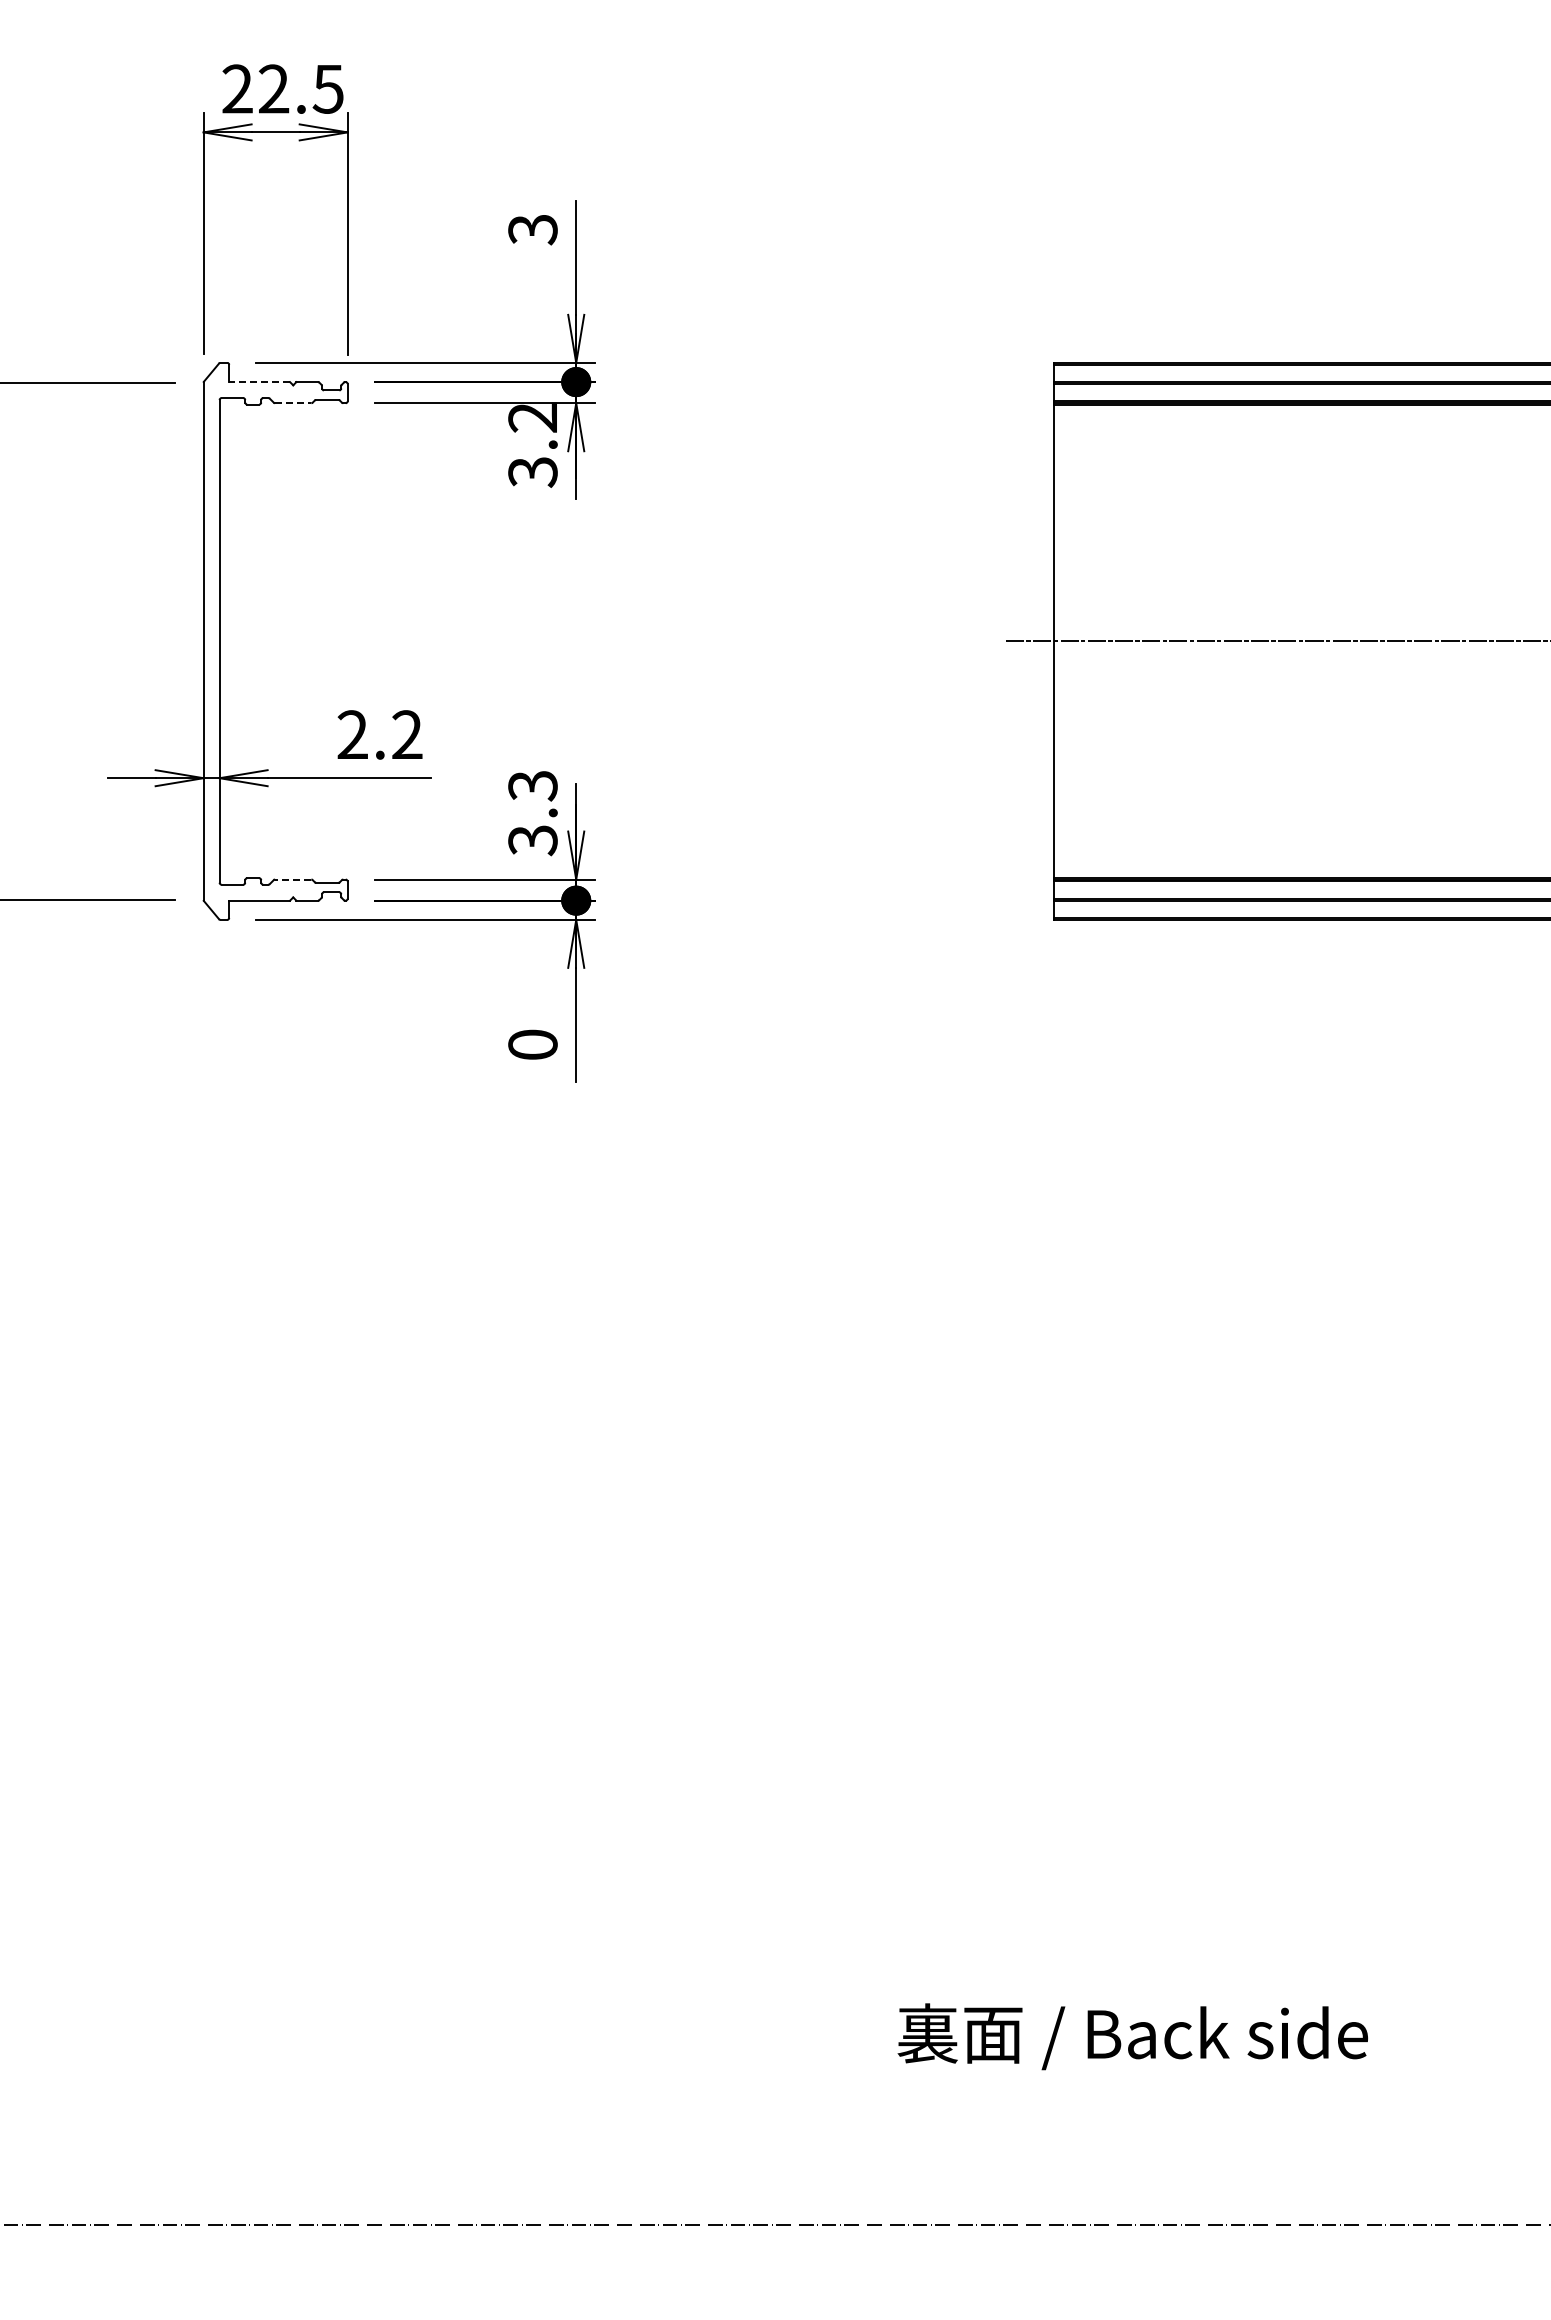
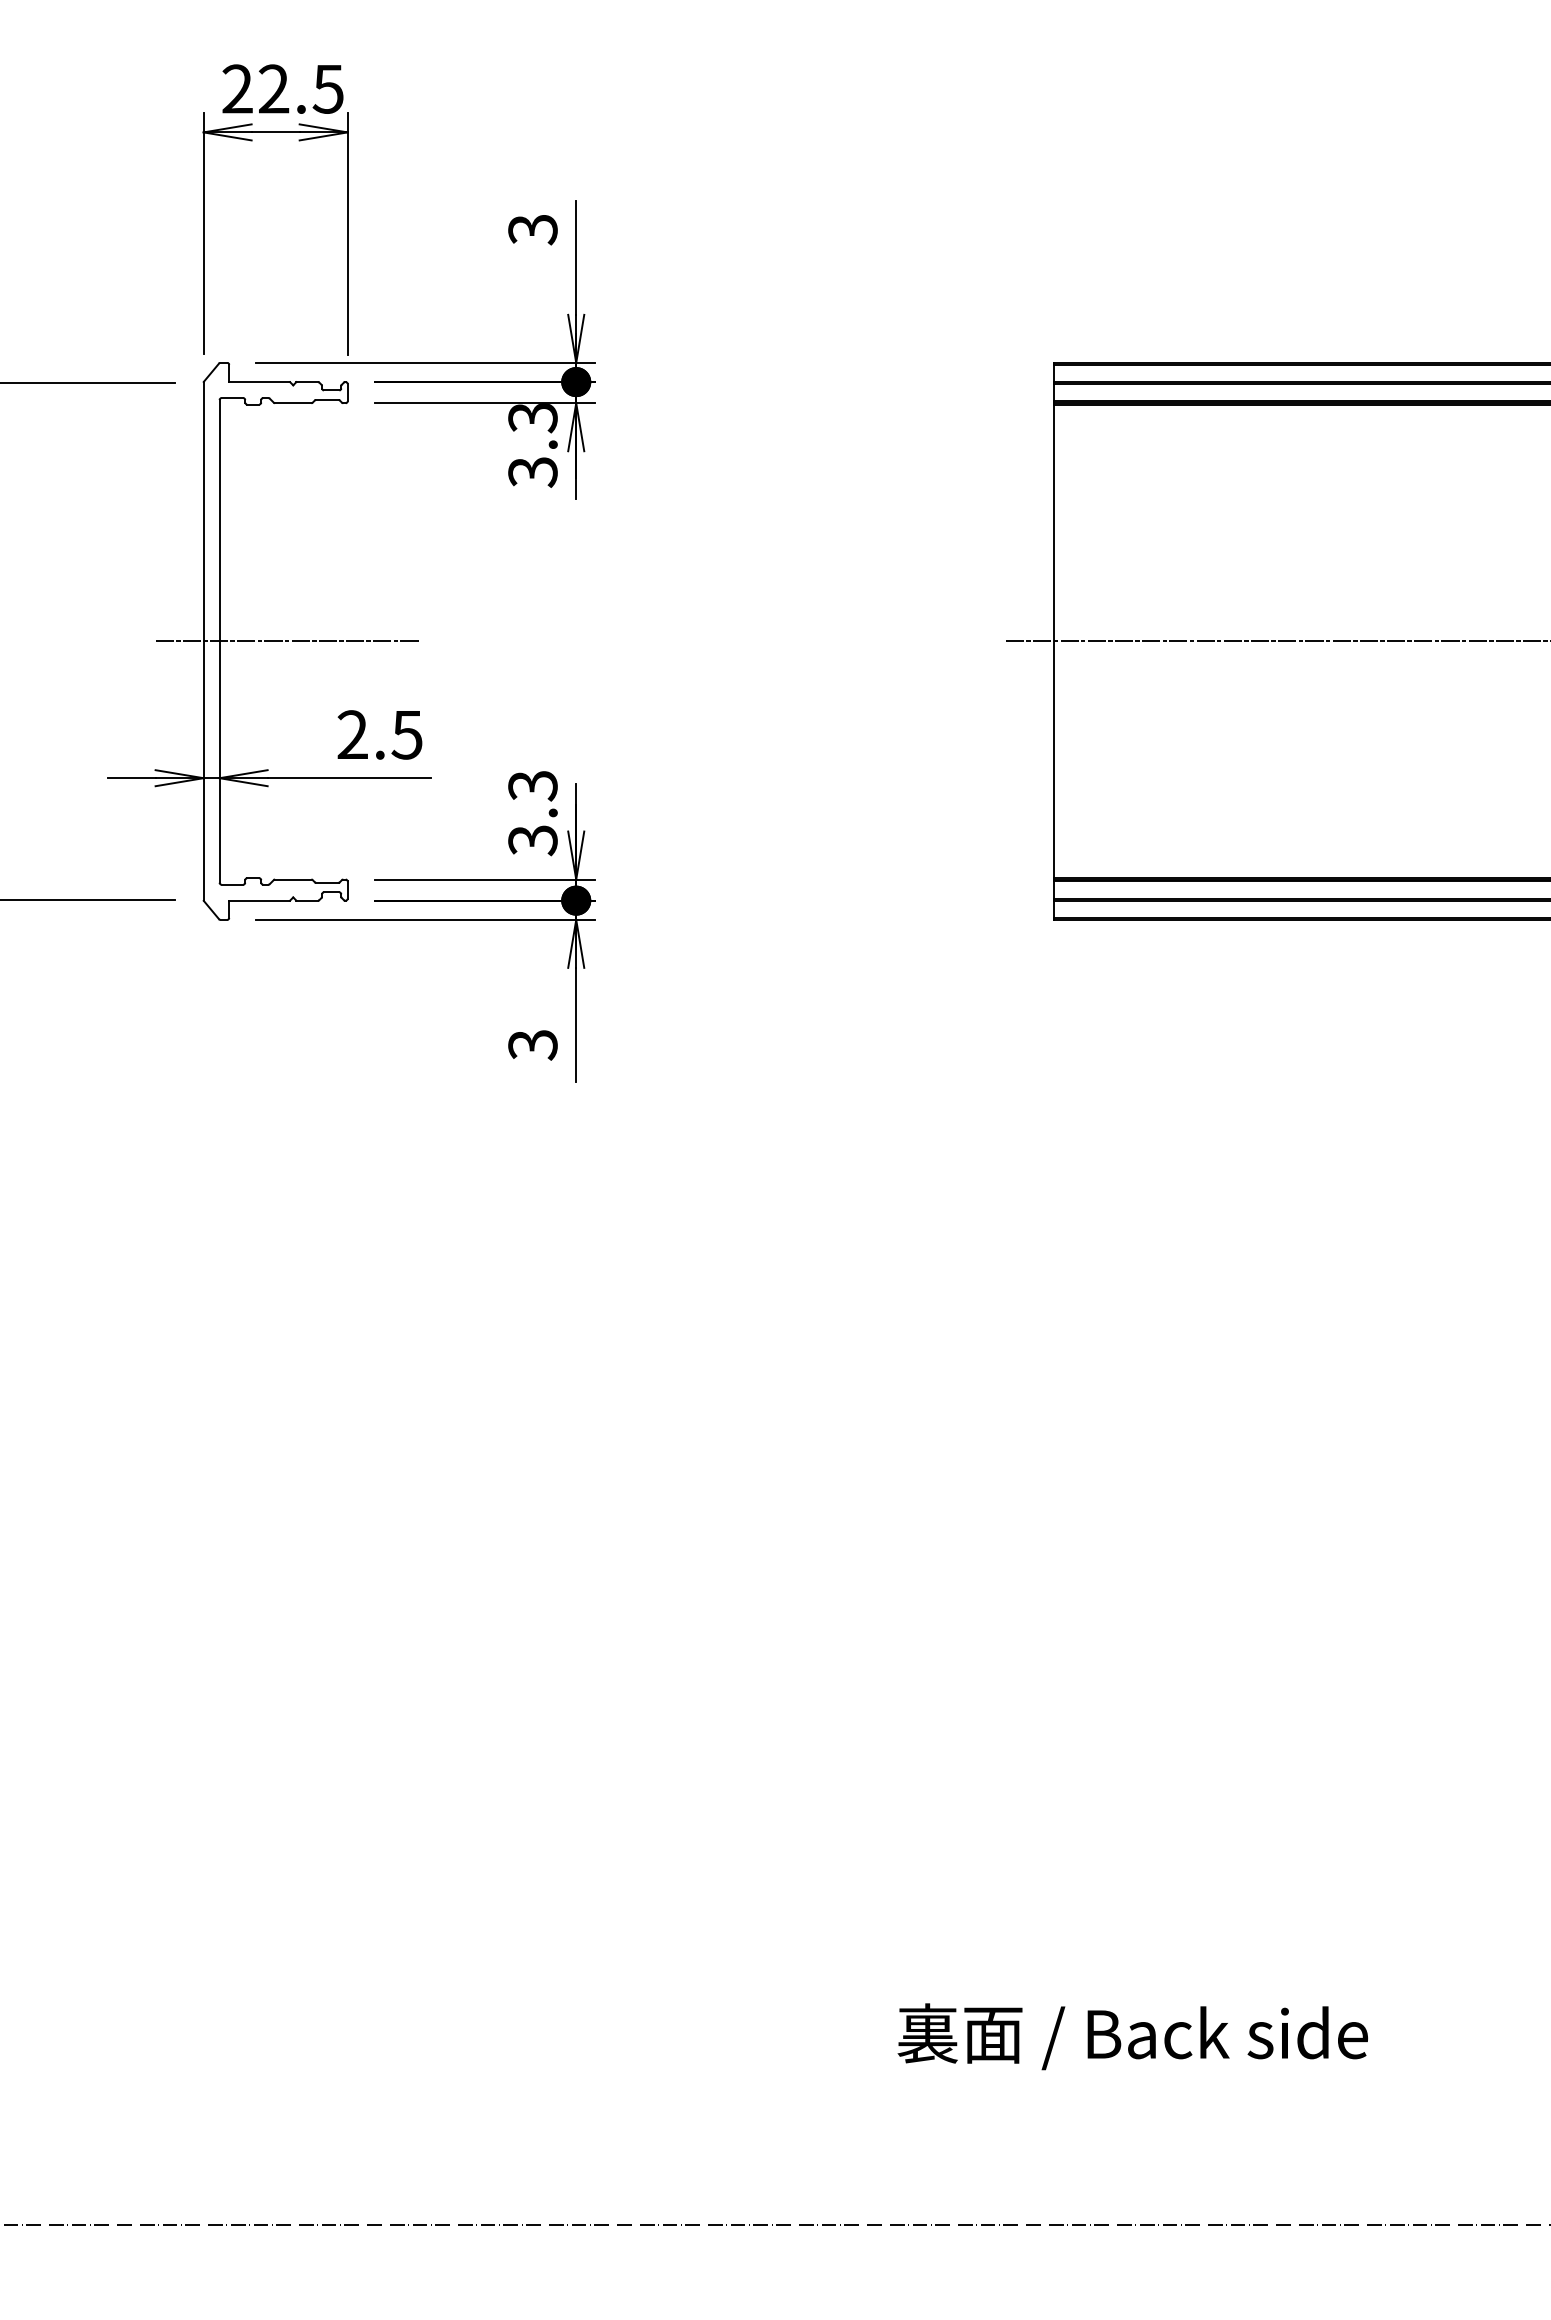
line at (259, 382): dashed -> solid
line at (293, 403): dashed -> solid
text at (532, 418): 3.2 -> 3.3
line at (288, 641): none -> present
text at (406, 734): 2.2 -> 2.5
line at (292, 879): dashed -> solid
text at (532, 1044): 0 -> 3
